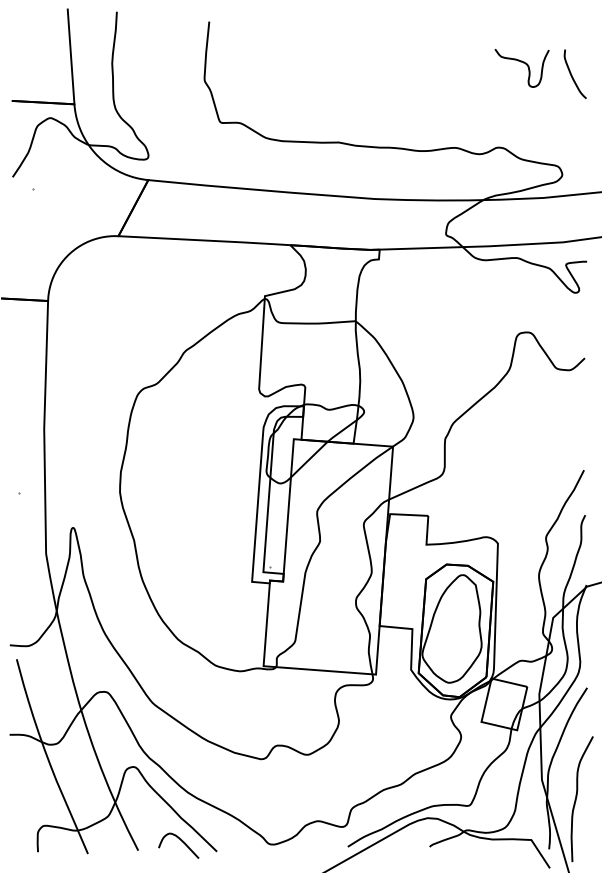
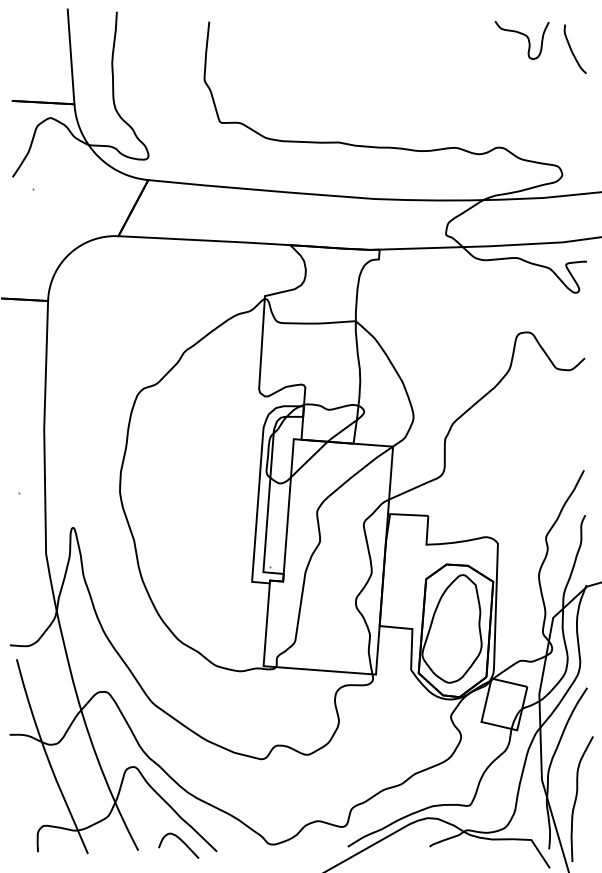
curve at (523, 63) position: (523, 63) -> (523, 35)
curve at (572, 75) position: (572, 75) -> (572, 50)
